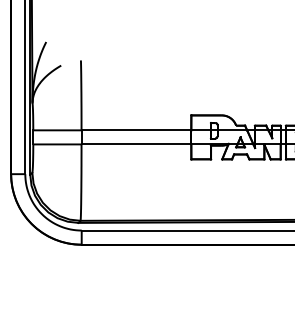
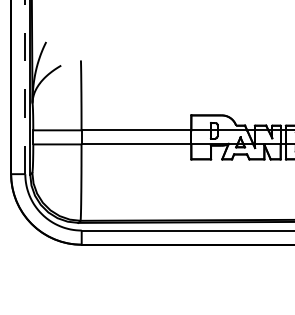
line at (25, 87): solid -> dashed
